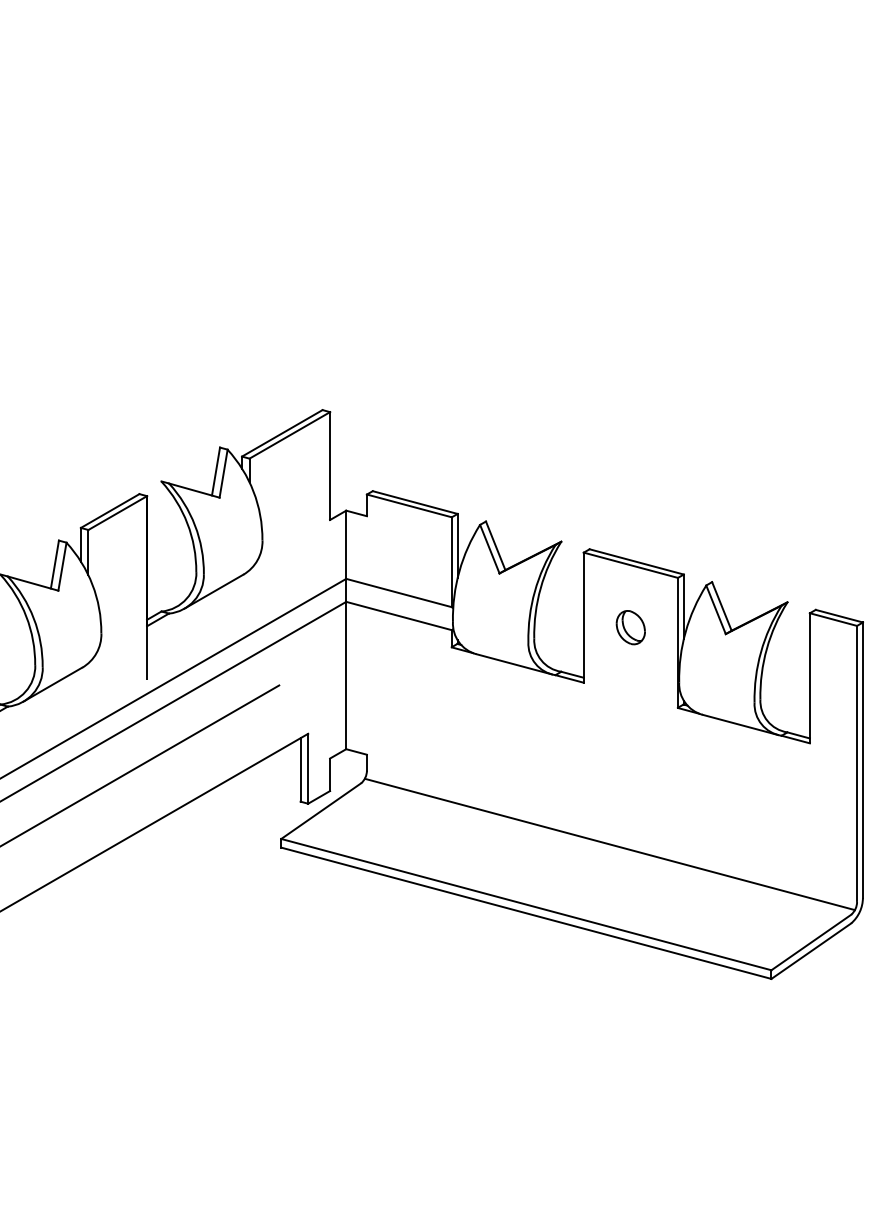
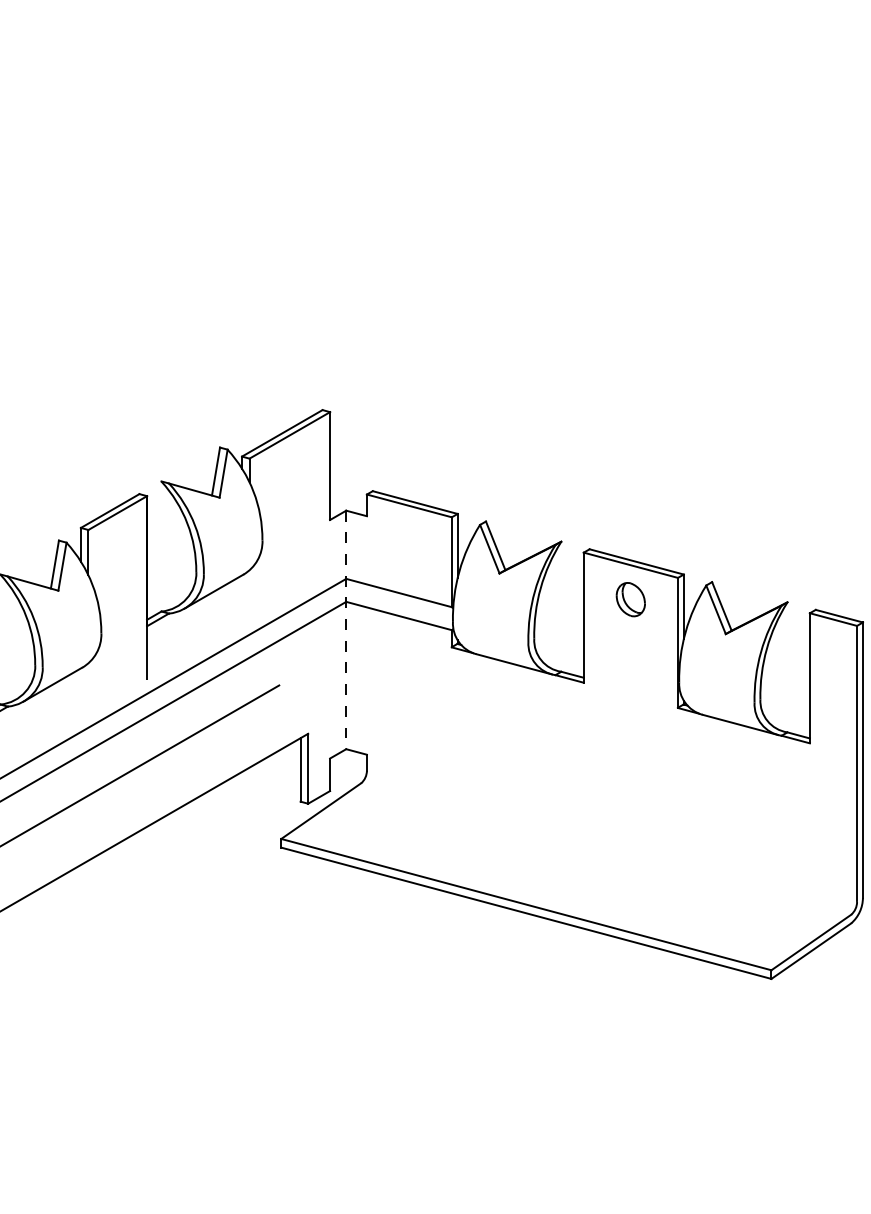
part at (630, 627) position: (630, 627) -> (630, 599)
line at (346, 630): solid -> dashed
line at (609, 844): present -> none
